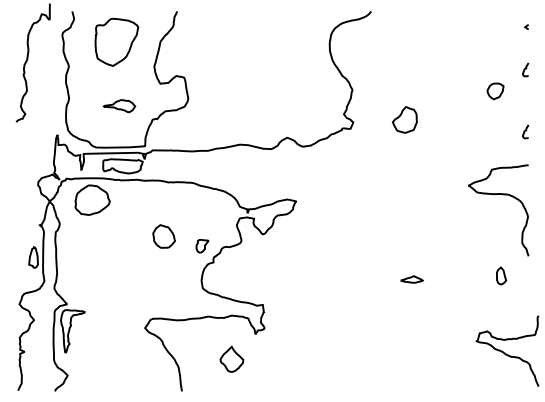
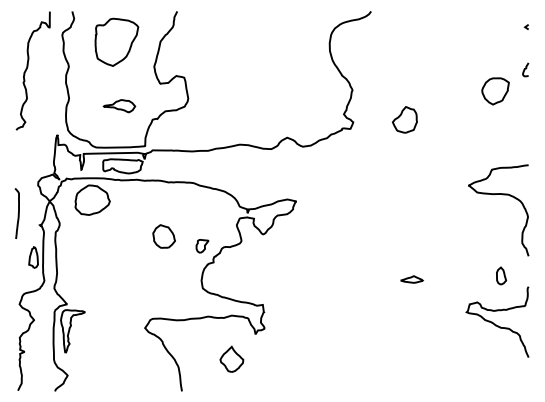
curve at (28, 59) position: (28, 59) -> (28, 67)
part at (495, 91) size: 19x19 px -> 29x29 px
curve at (525, 131): present -> none
curve at (17, 214): none -> present
curve at (505, 352) position: (505, 352) -> (495, 323)
